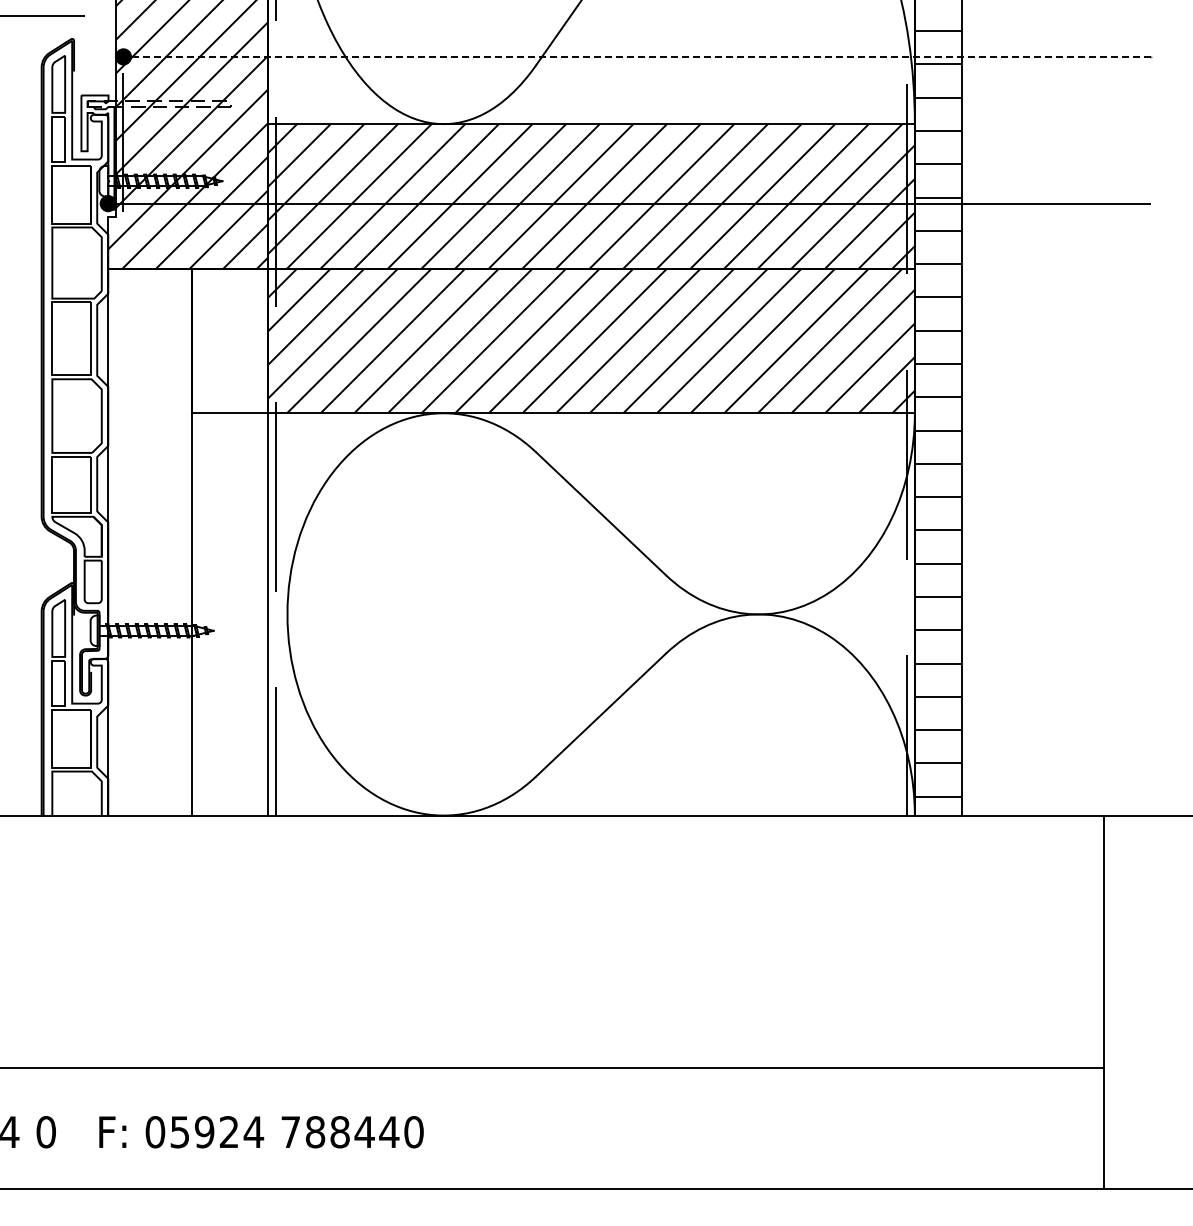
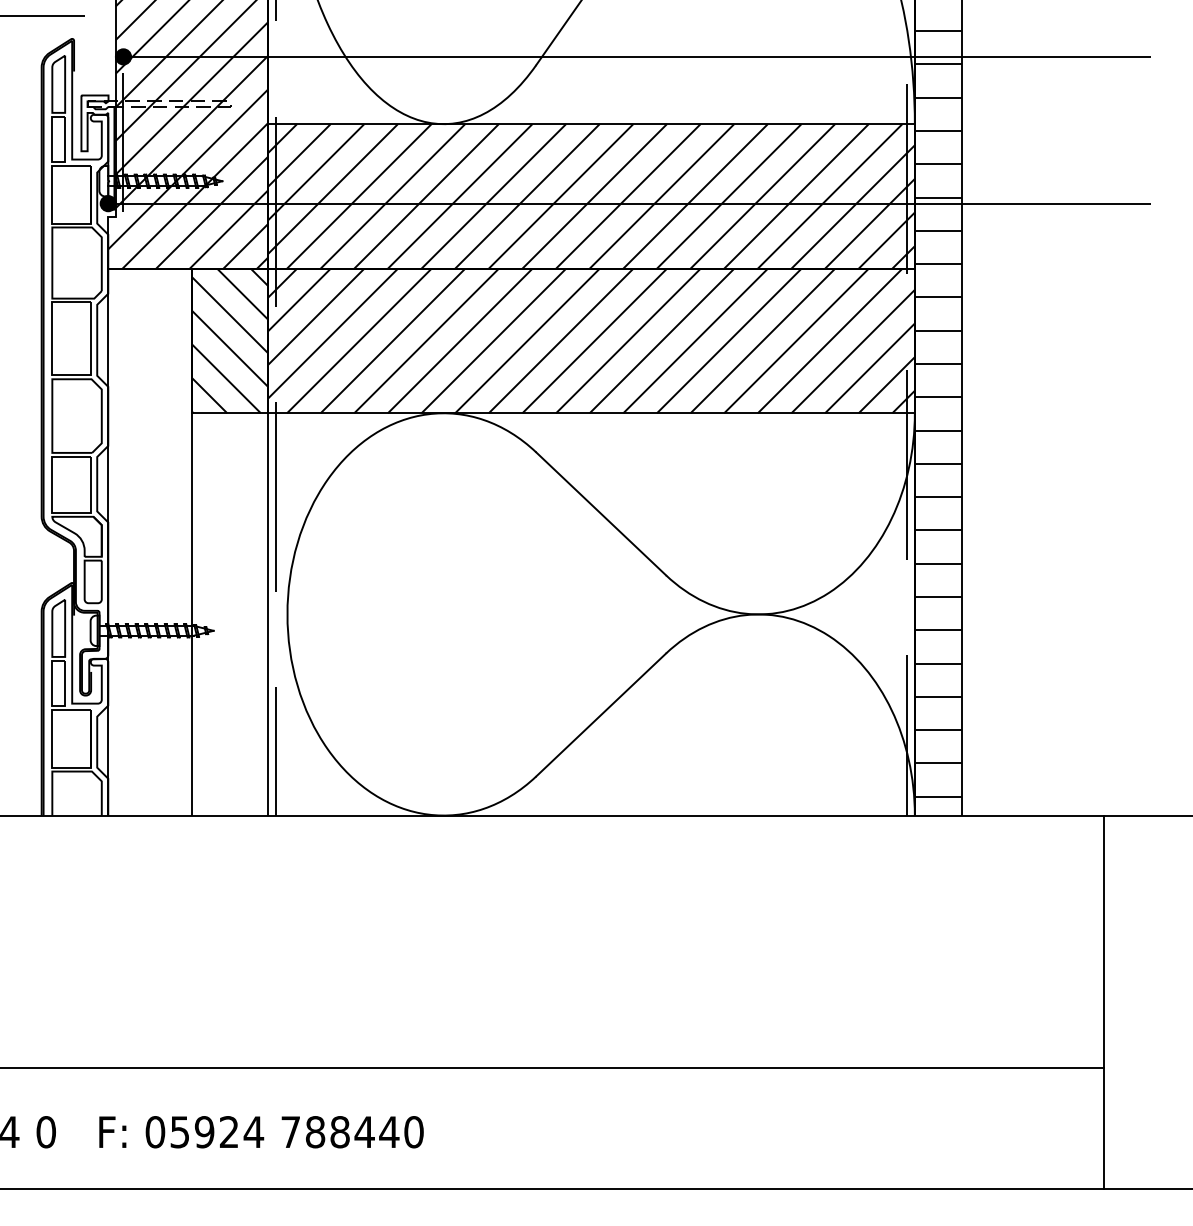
line at (633, 56): dashed -> solid
hatch at (229, 340): none -> present
